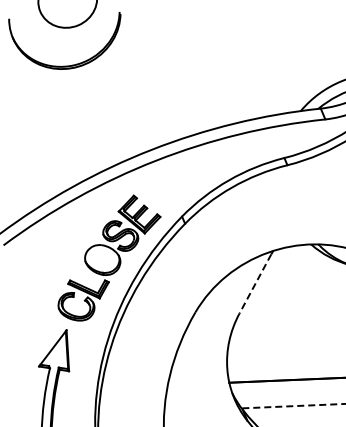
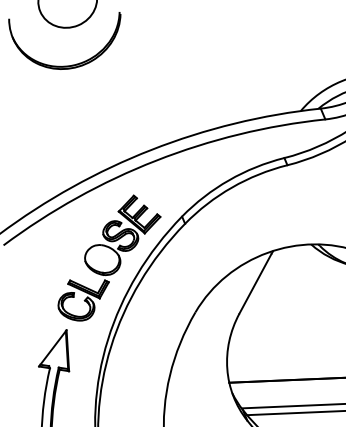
line at (255, 284): dashed -> solid
line at (293, 406): dashed -> solid
line at (294, 413): none -> present
